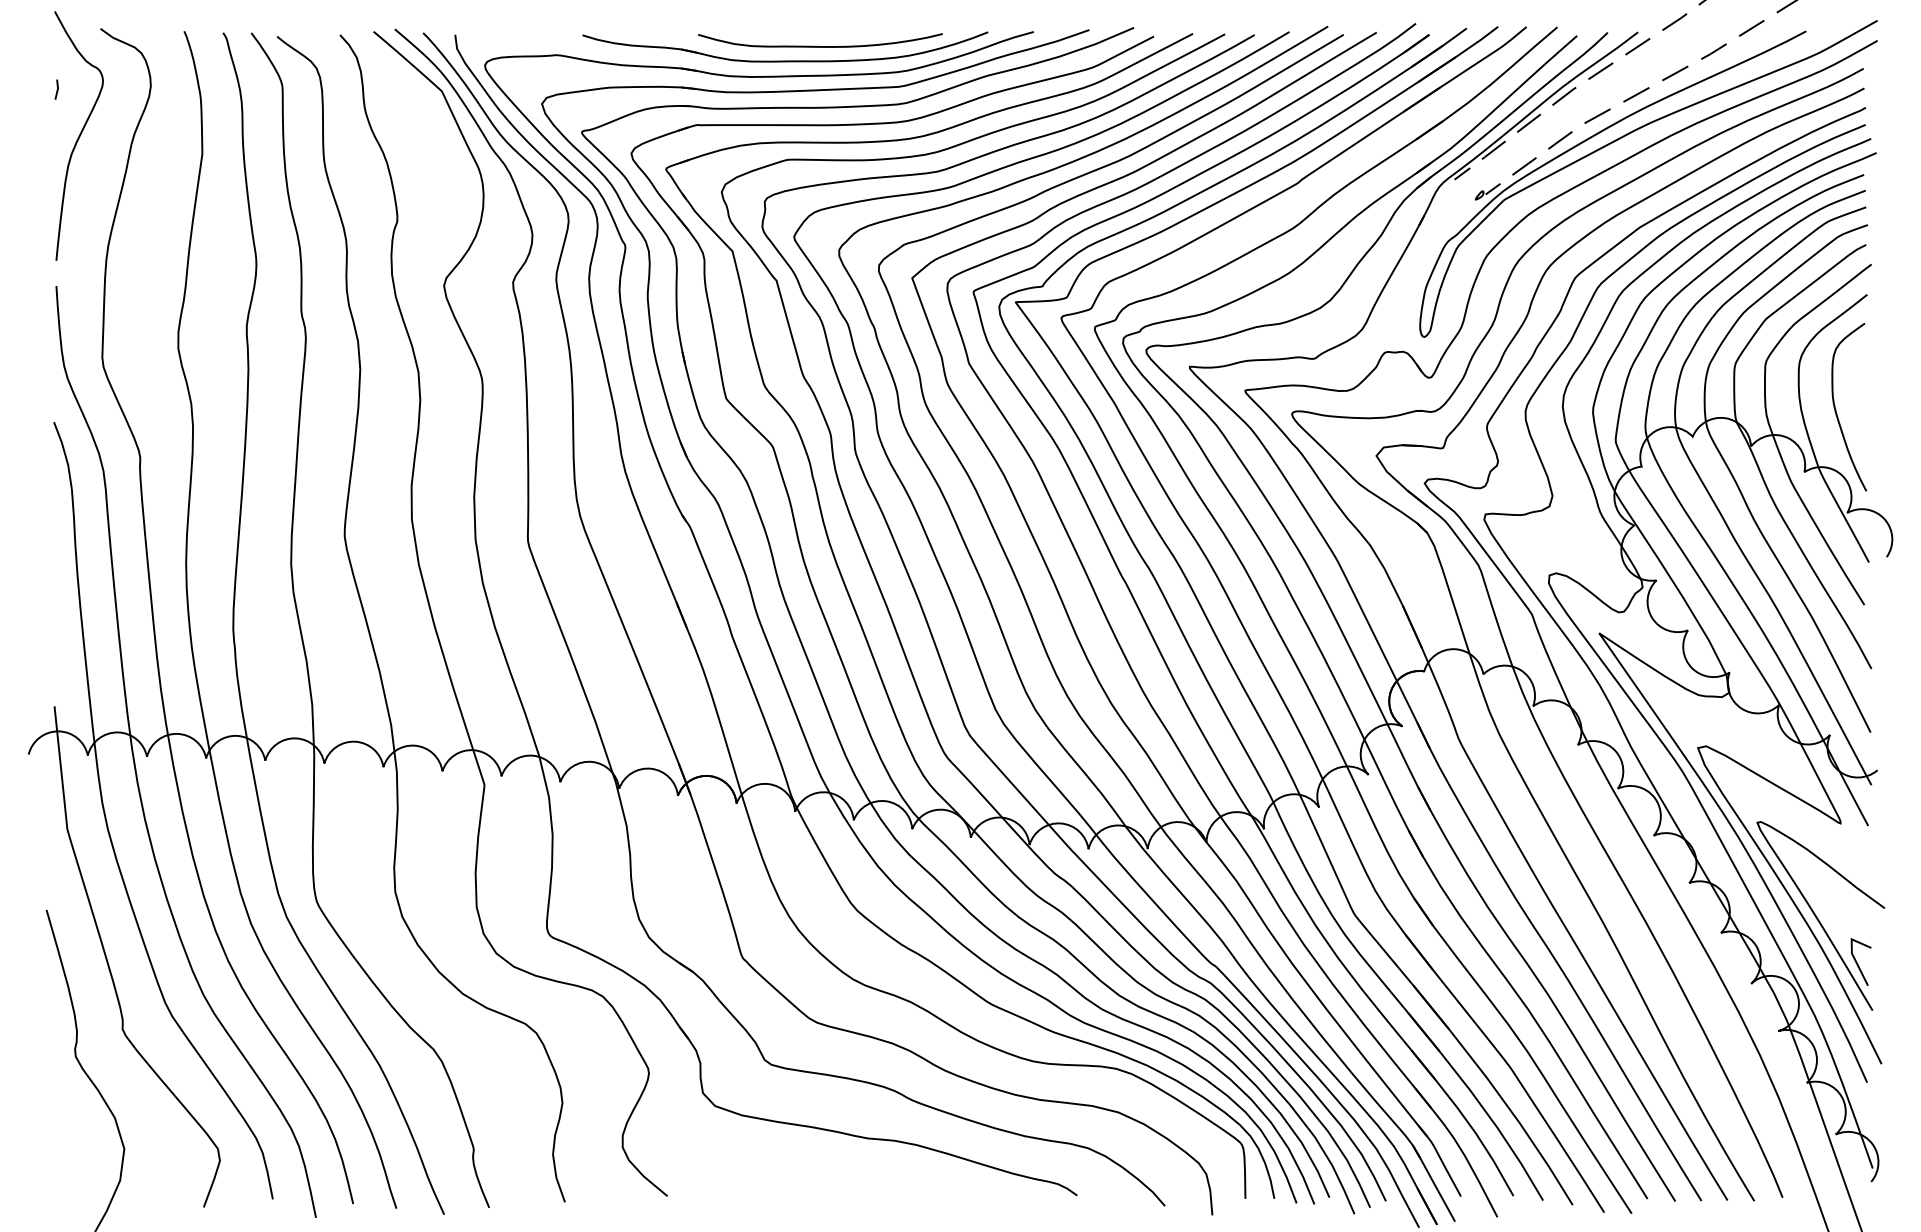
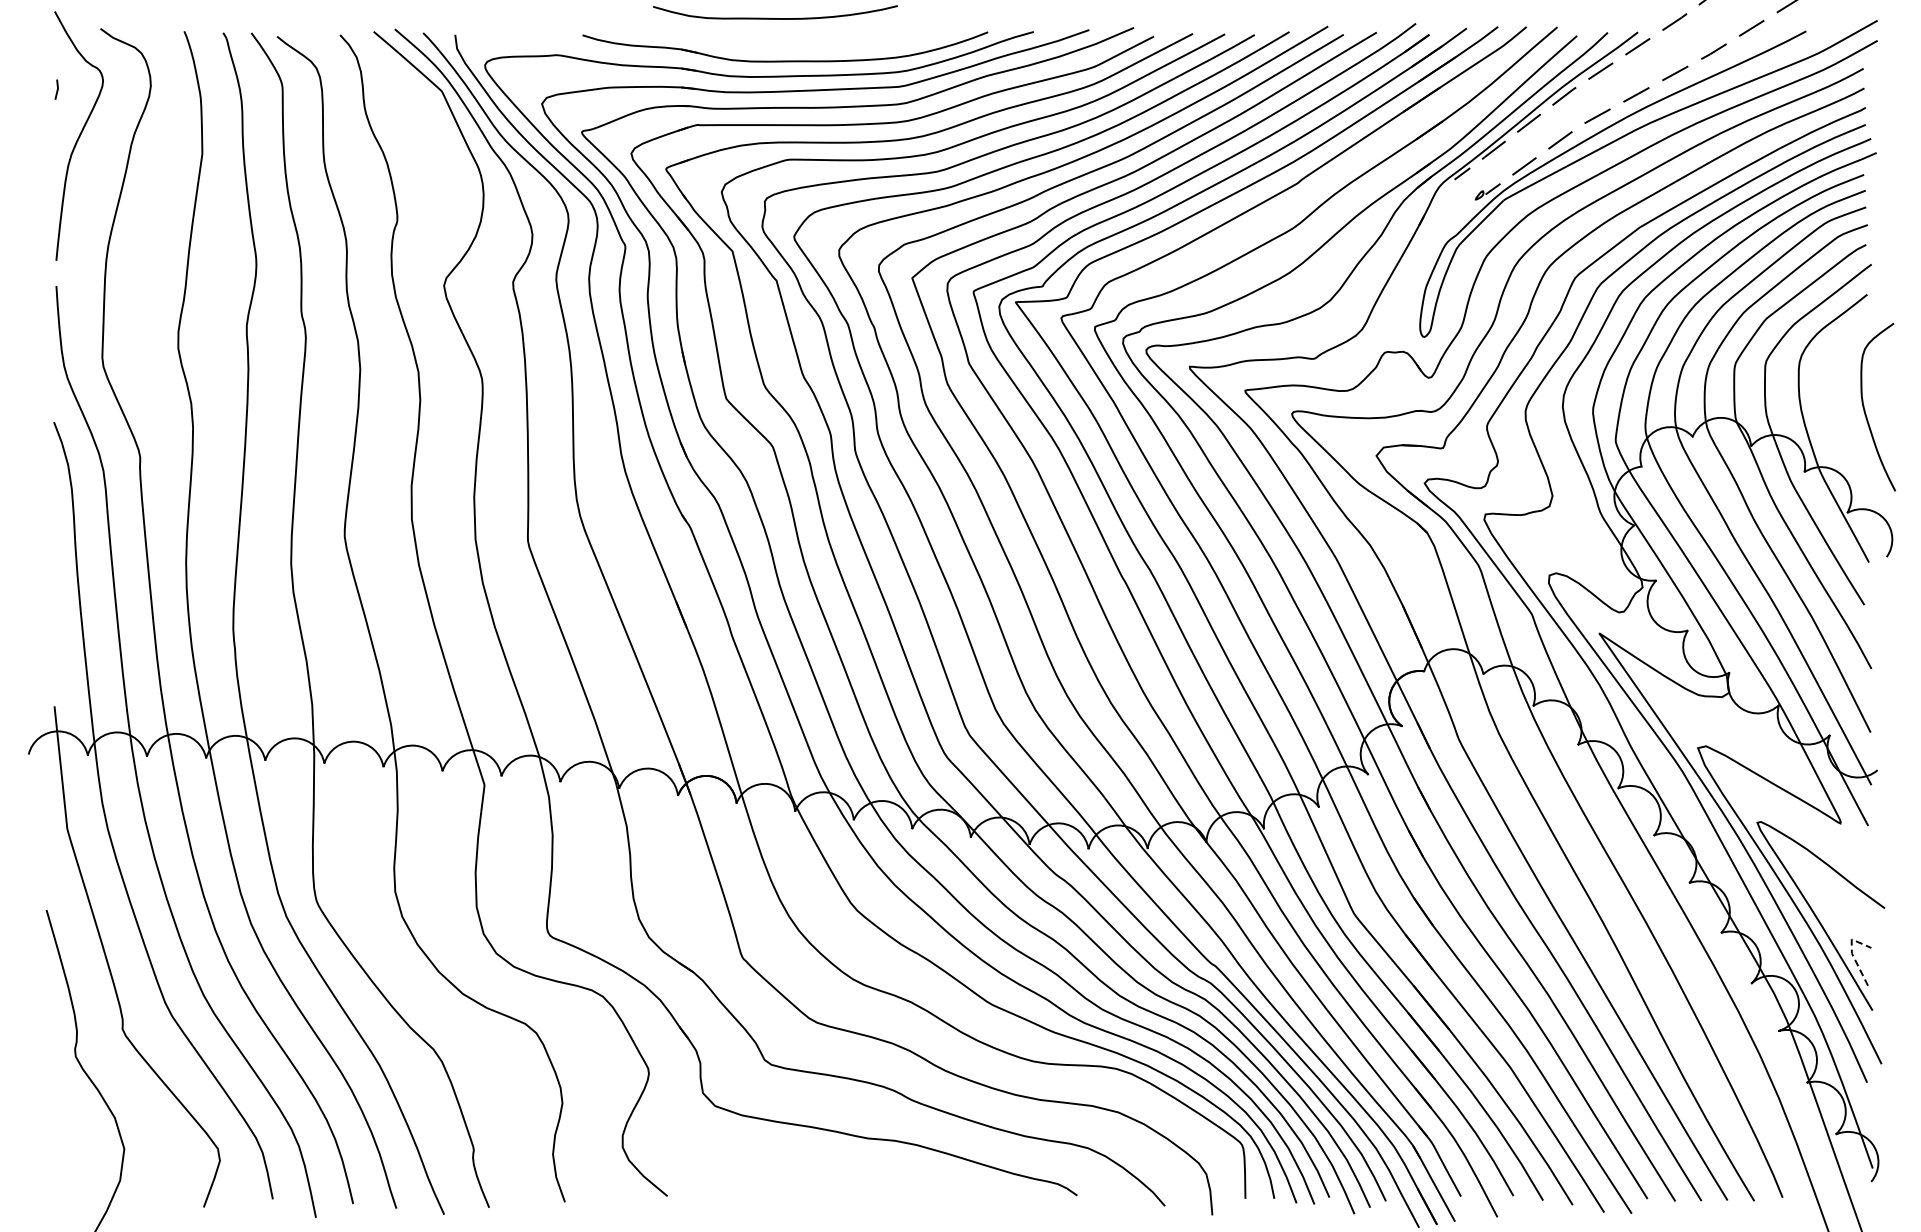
curve at (820, 46) position: (820, 46) -> (775, 18)
curve at (1836, 409) position: (1836, 409) -> (1865, 409)
line at (1851, 953): solid -> dashed
